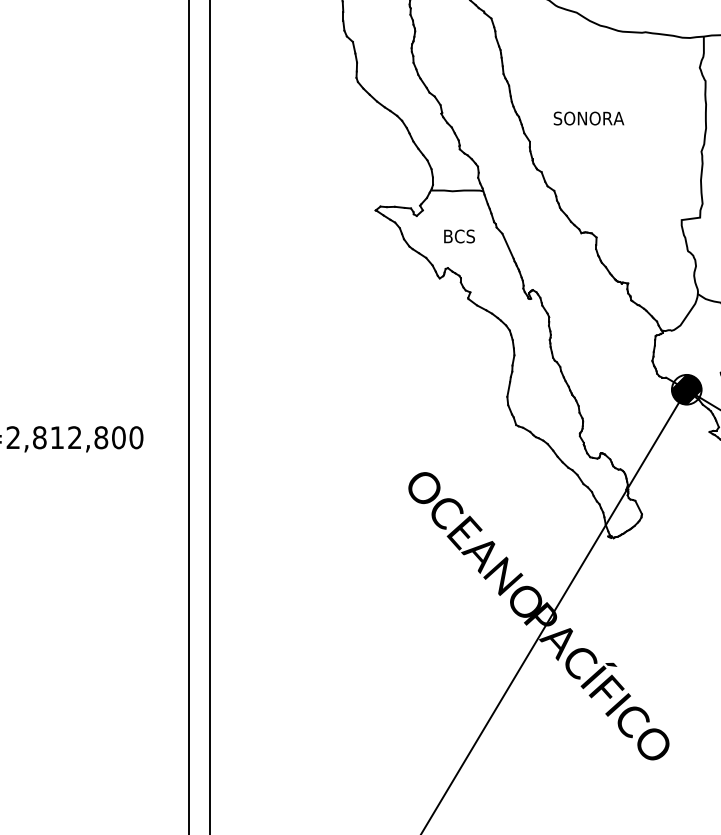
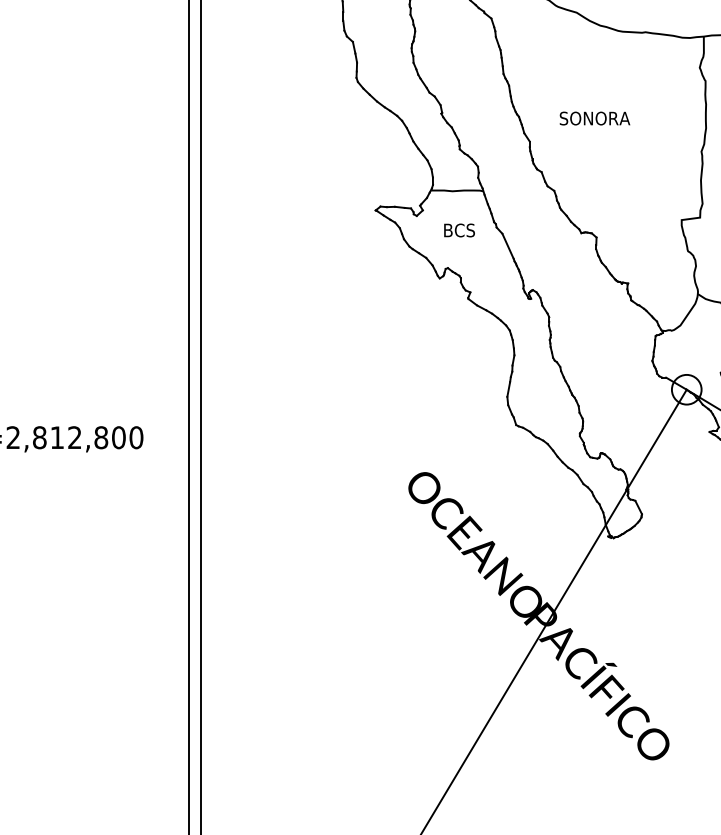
text at (588, 118) position: (588, 118) -> (594, 118)
text at (459, 236) position: (459, 236) -> (459, 230)
hatch at (686, 389): present -> none
line at (209, 416) position: (209, 416) -> (200, 416)
